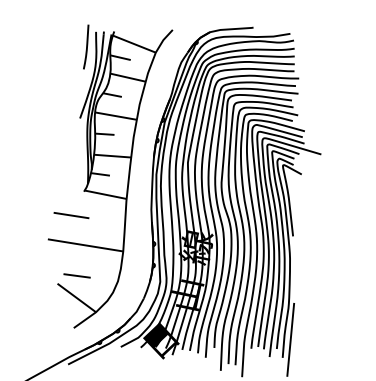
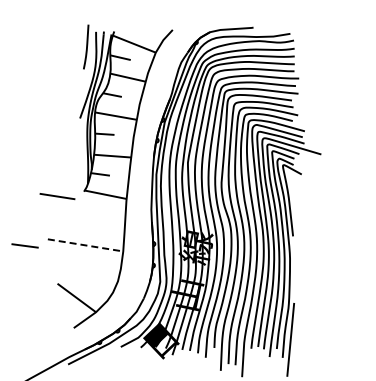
line at (71, 215) position: (71, 215) -> (57, 196)
line at (86, 245): solid -> dashed
line at (76, 275) position: (76, 275) -> (24, 245)
